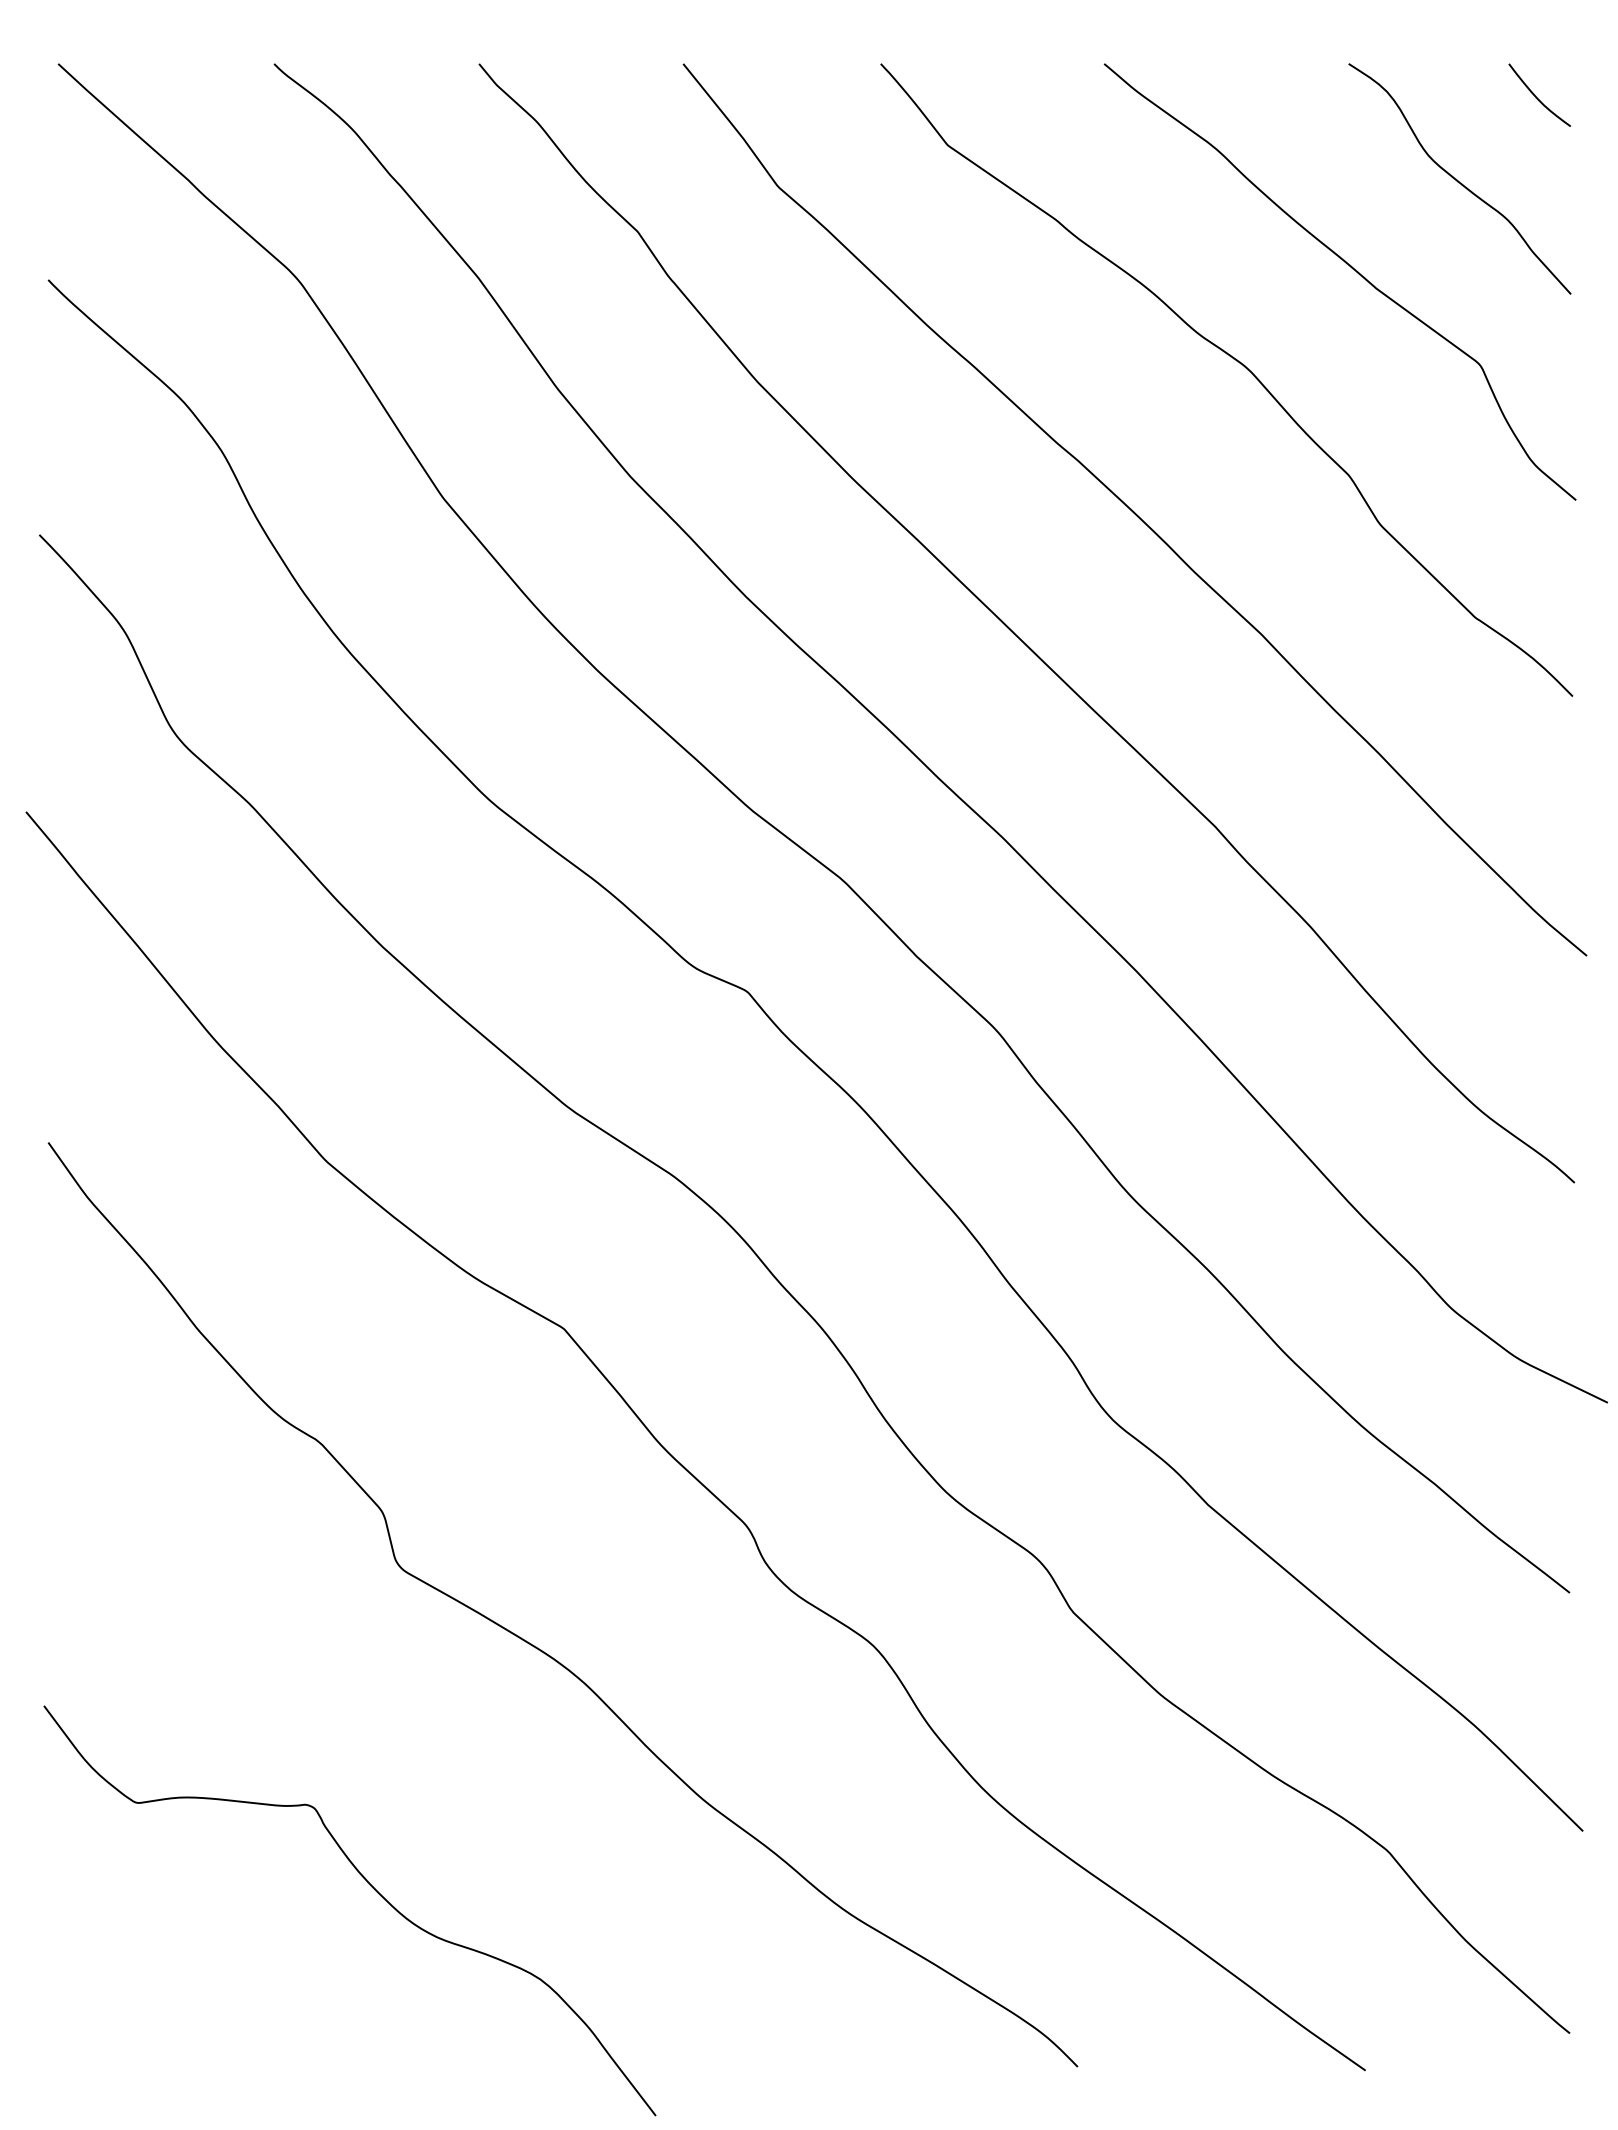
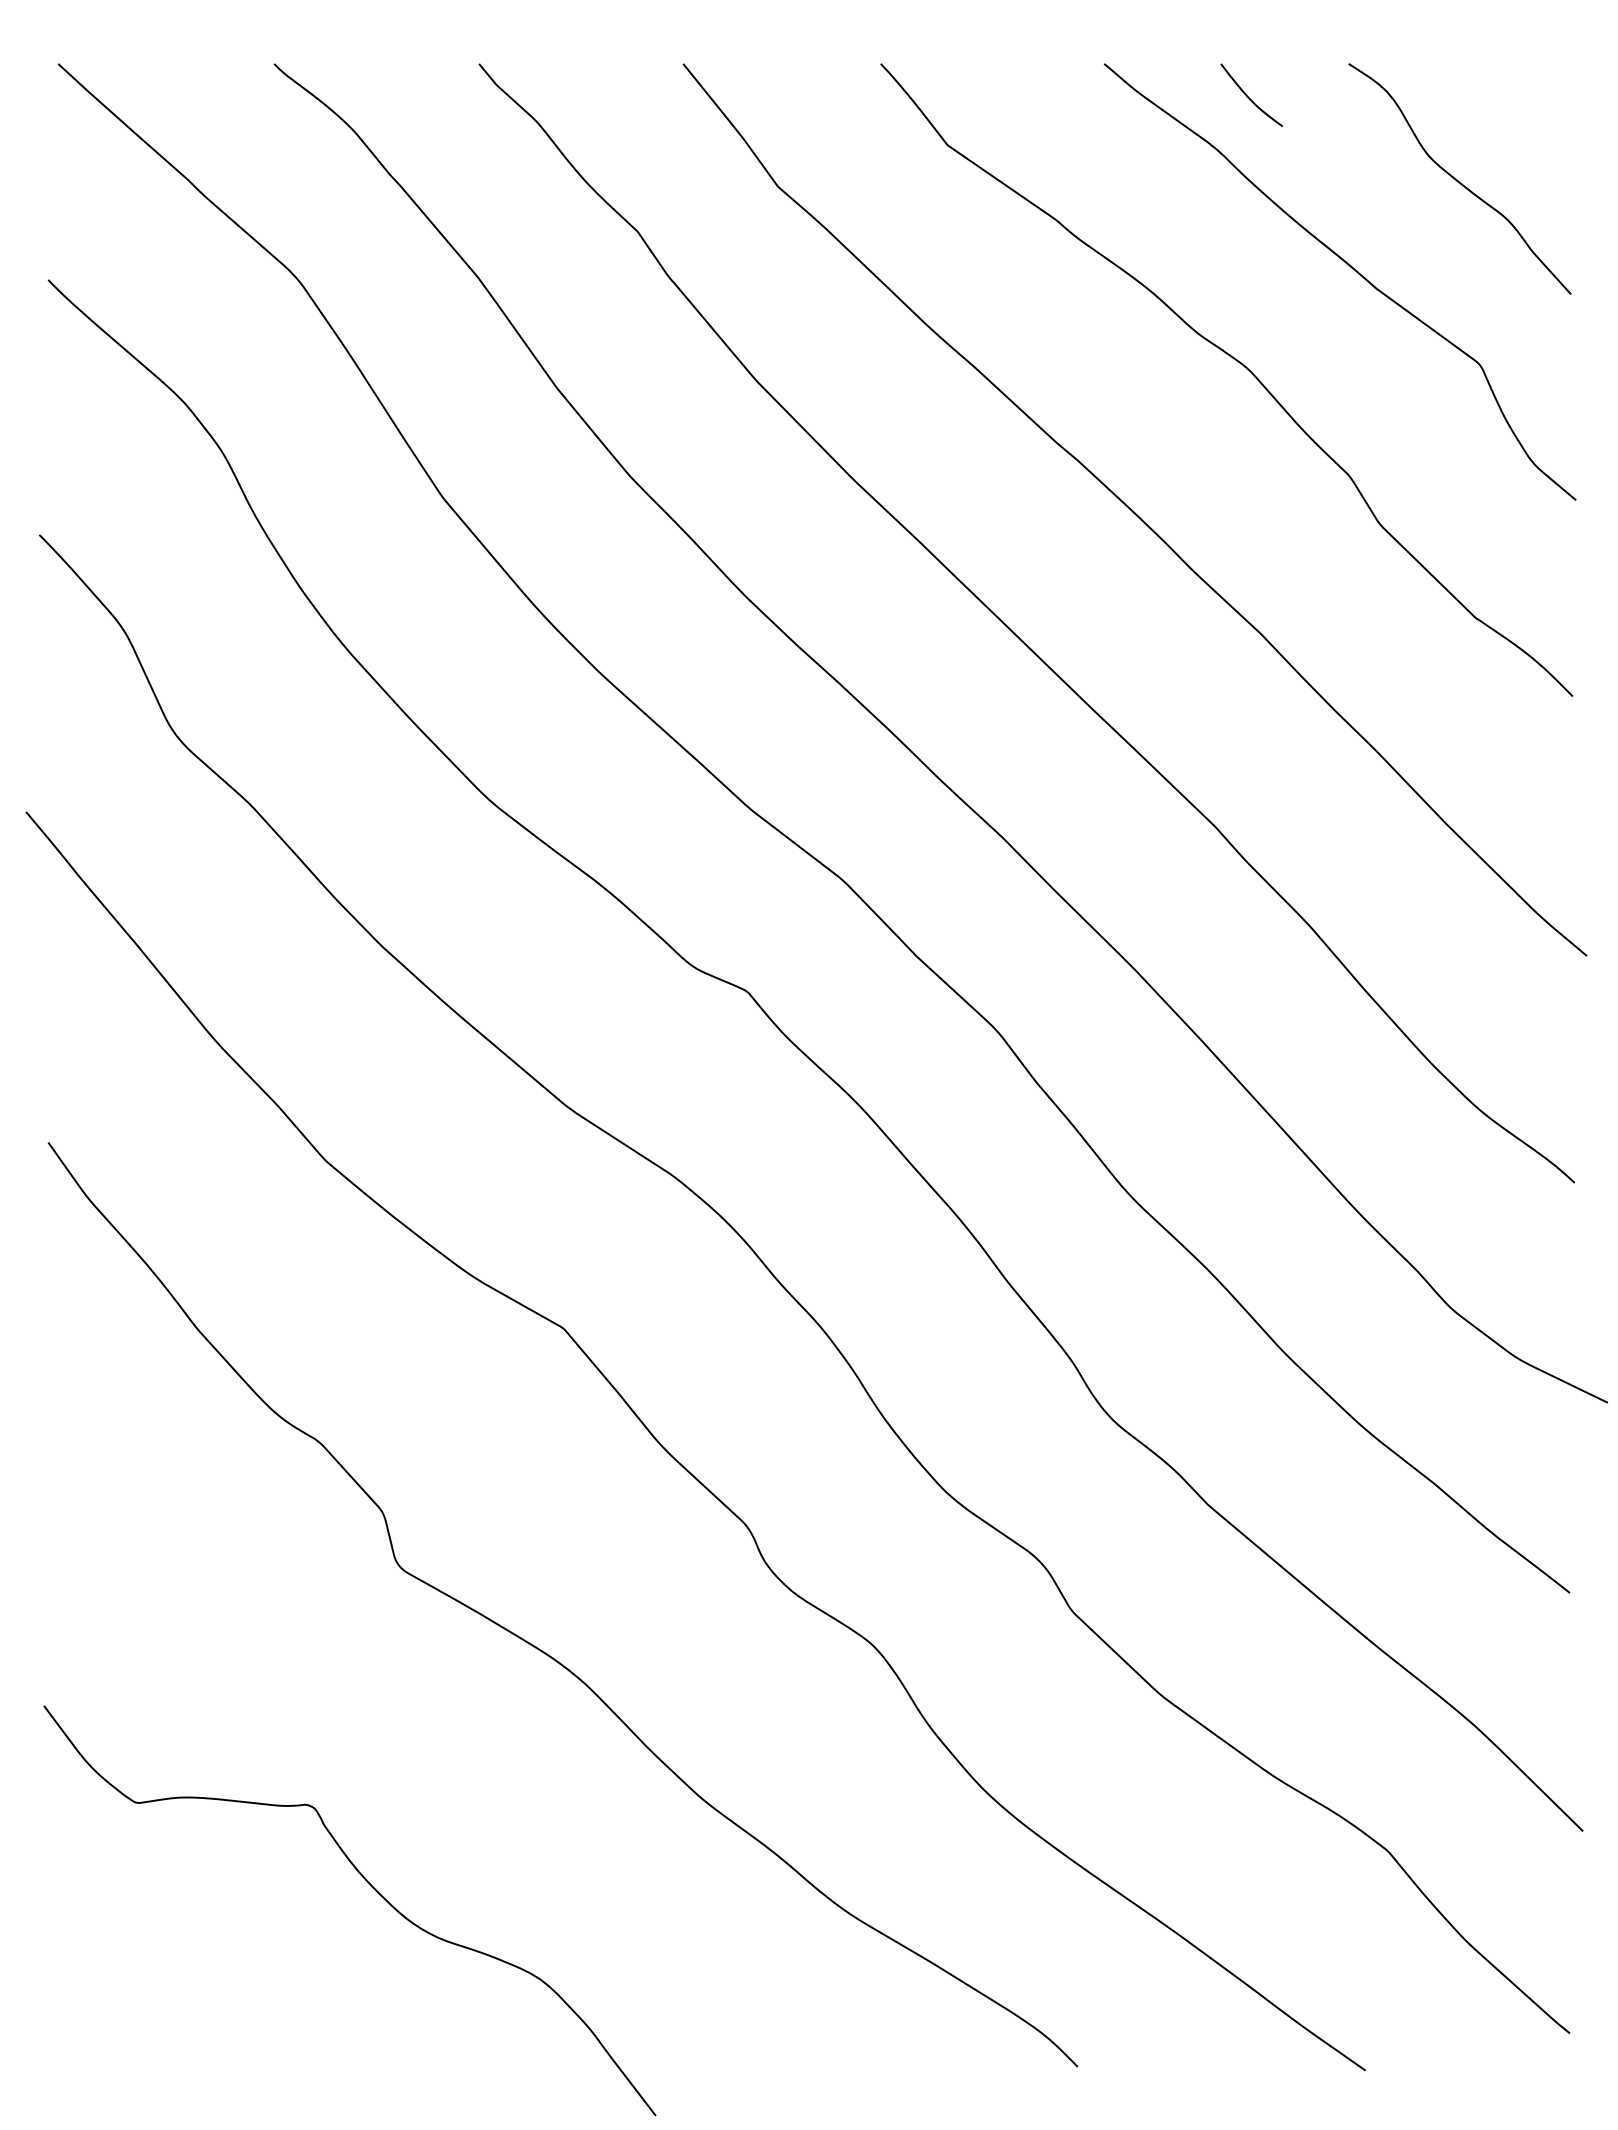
curve at (1536, 96) position: (1536, 96) -> (1248, 96)
